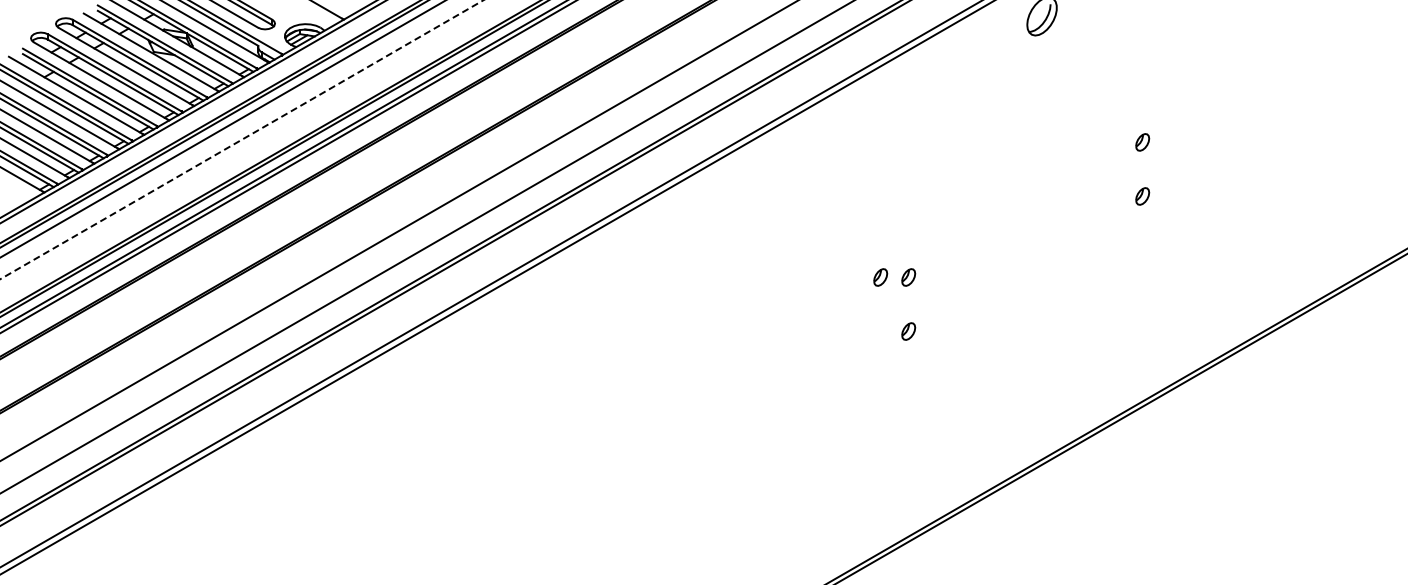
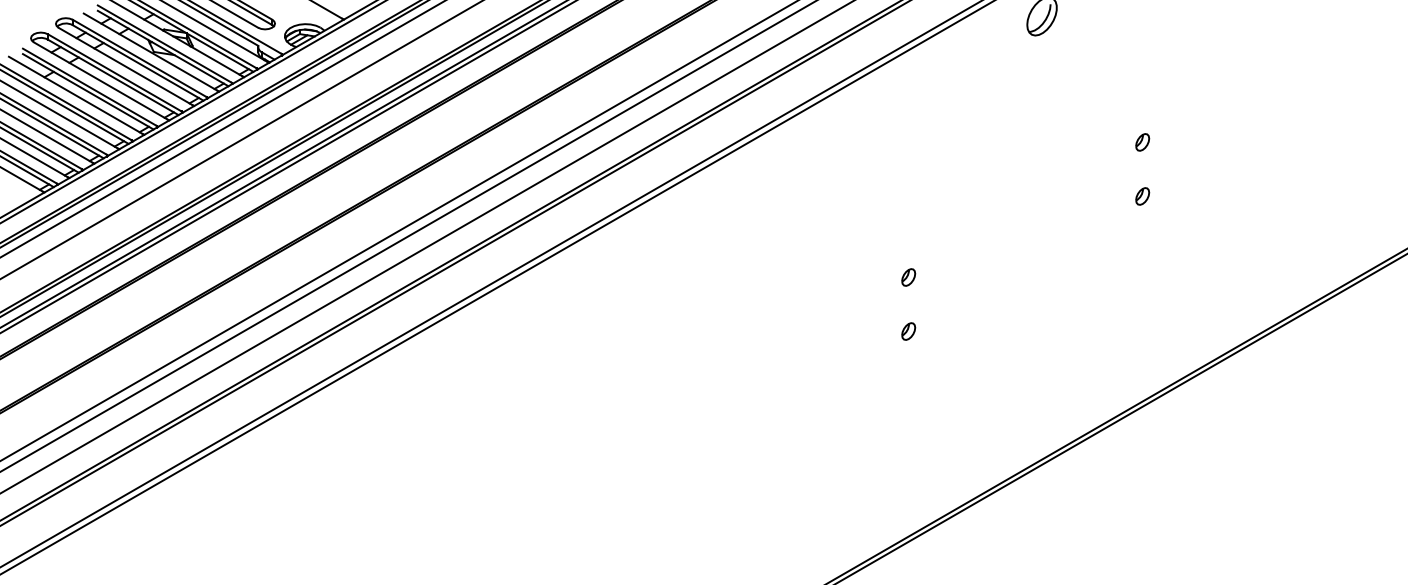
line at (241, 139): dashed -> solid
line at (407, 236): none -> present
part at (880, 277): present -> none
